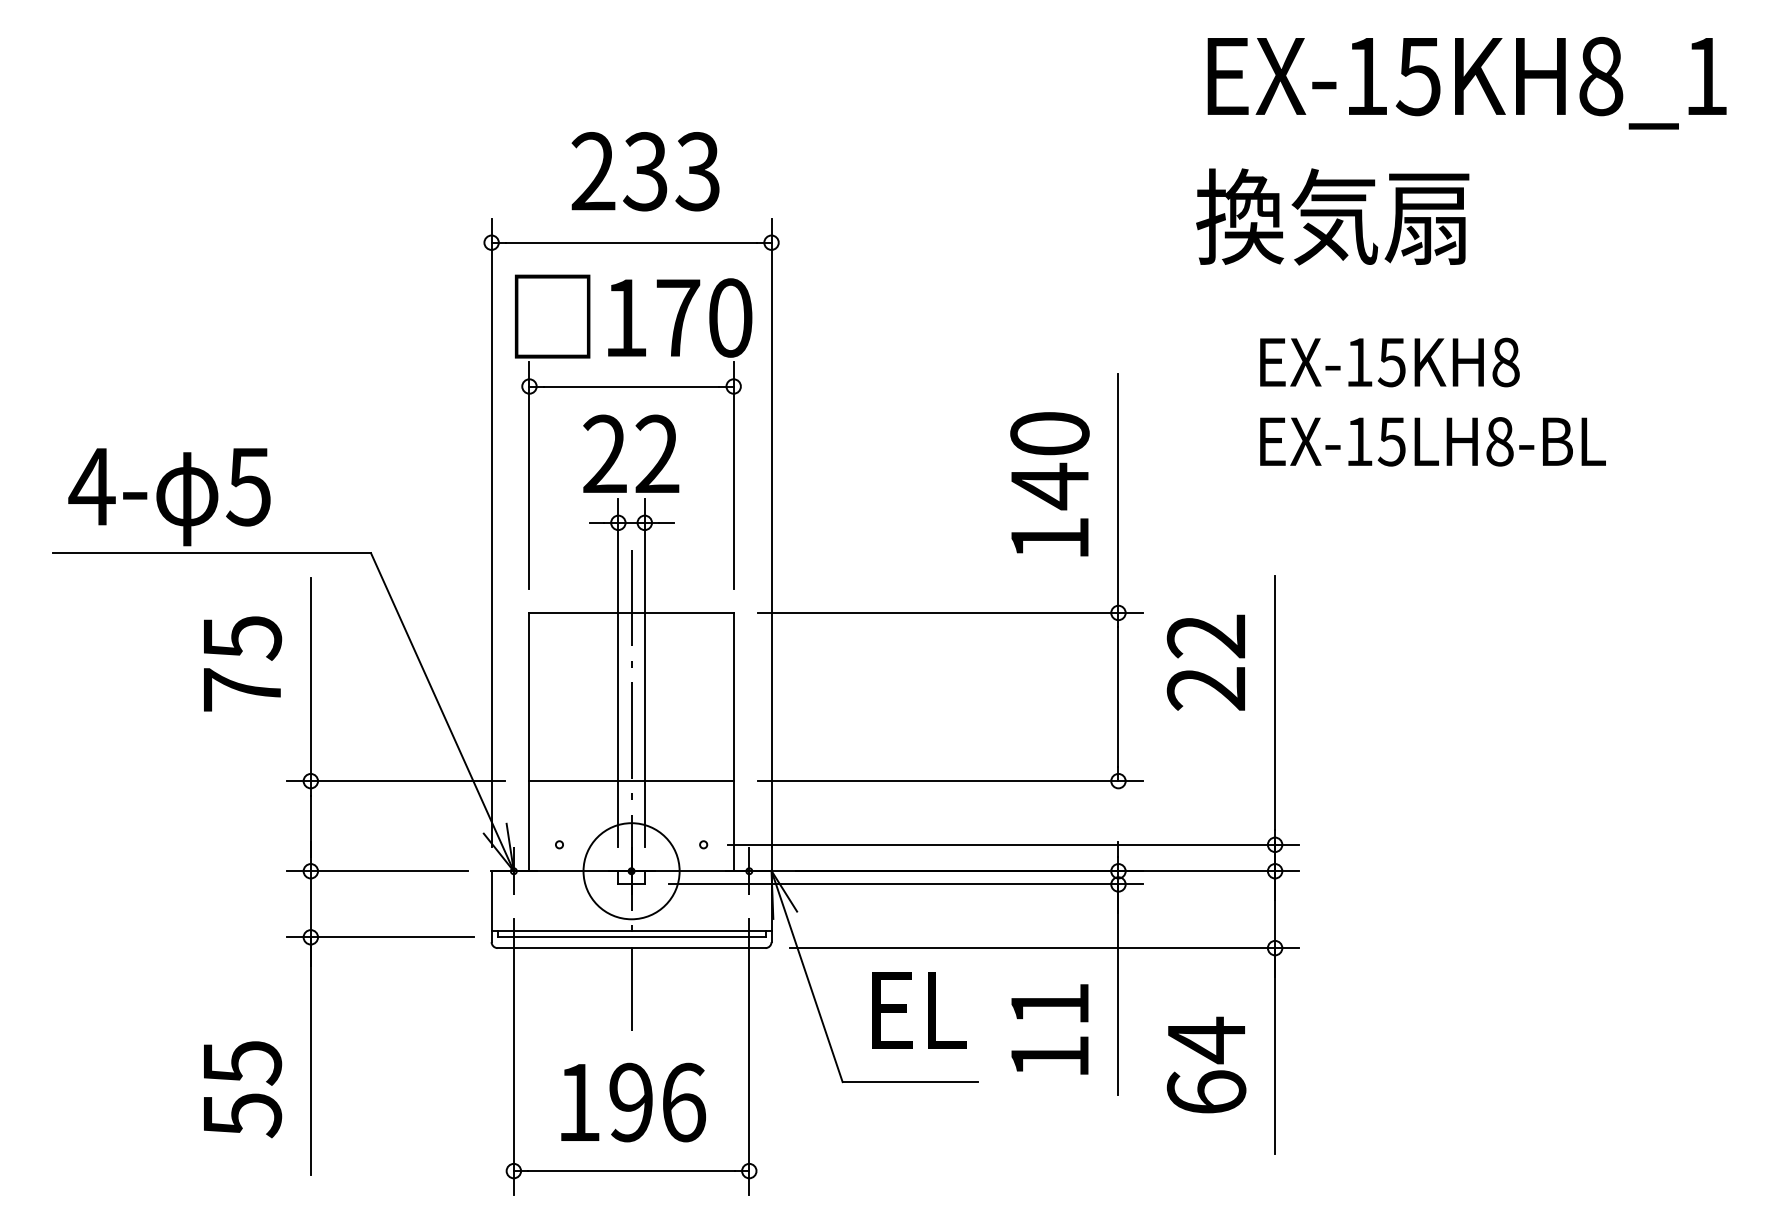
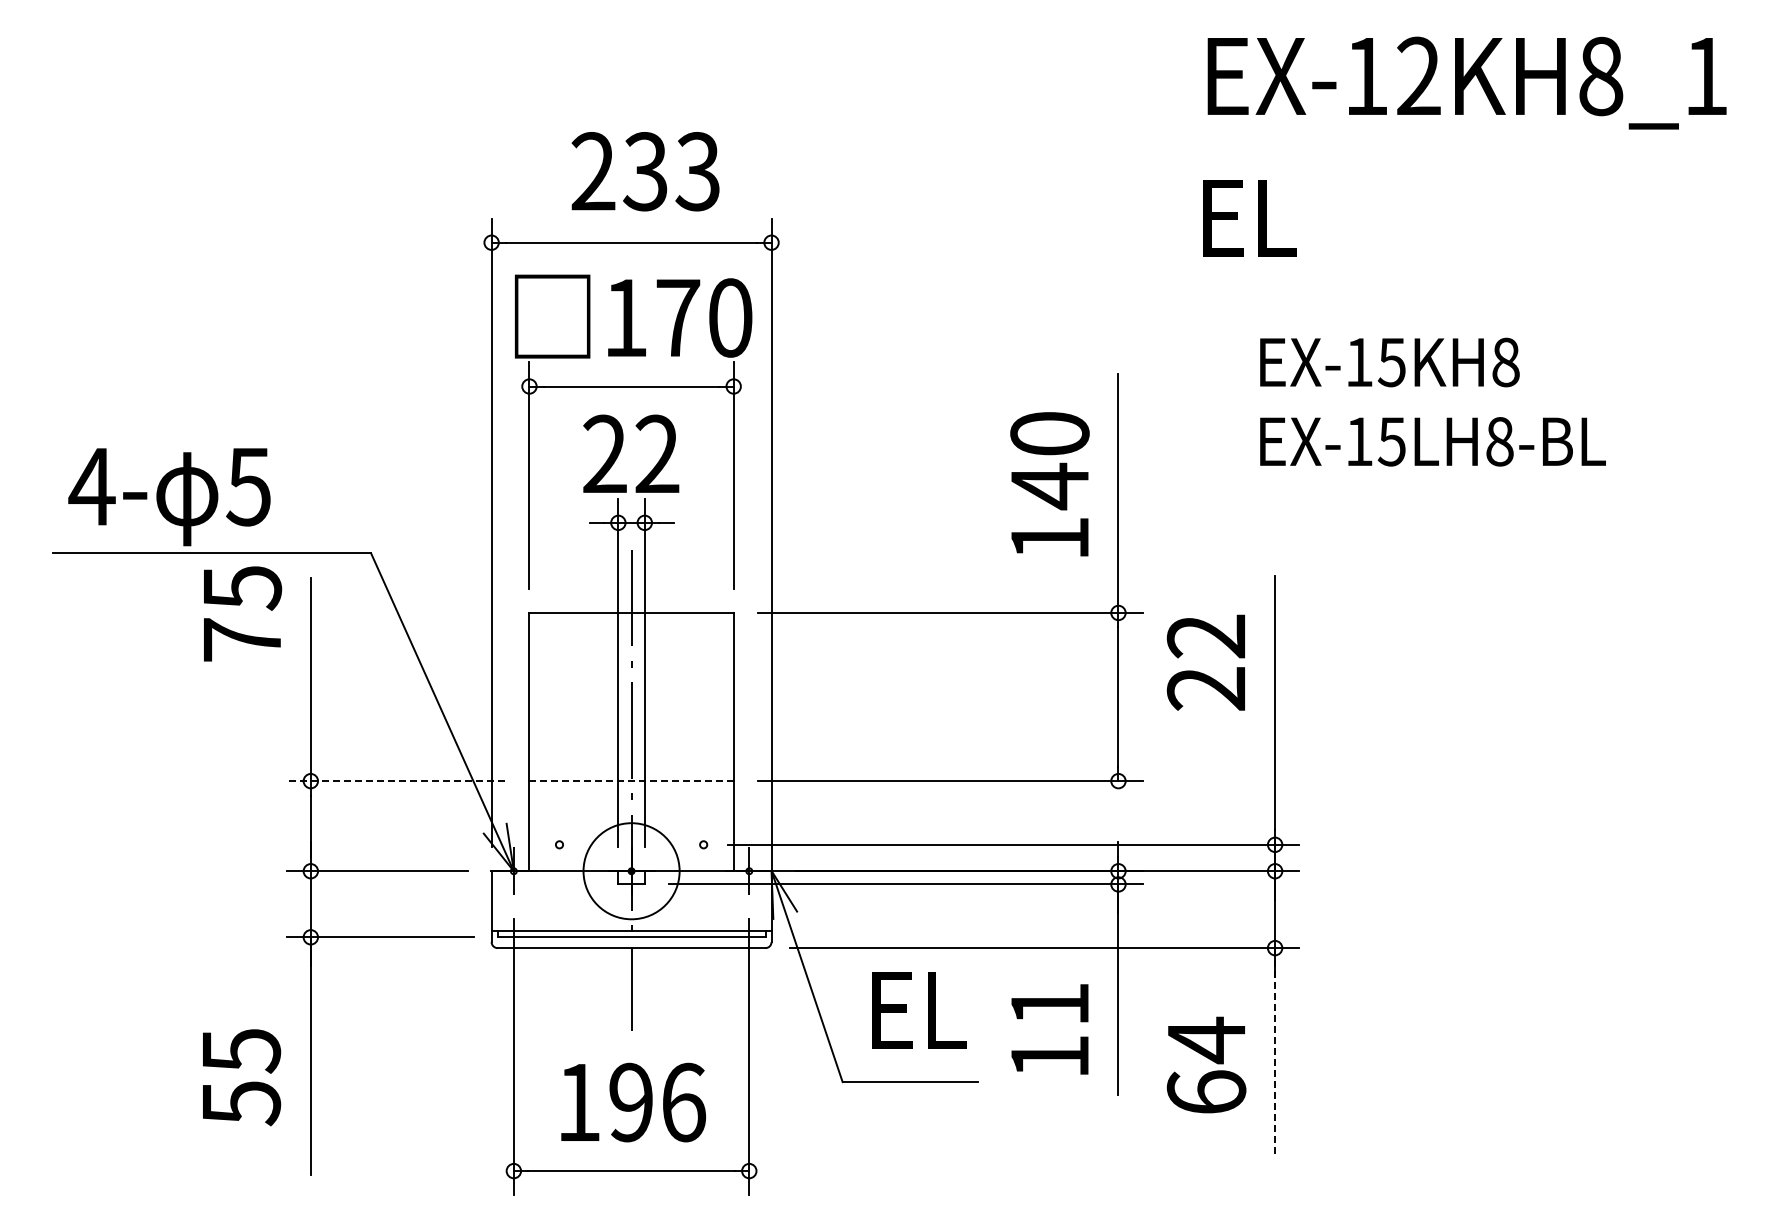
text at (1417, 76): EX-15KH8_1 -> EX-12KH8_1
text at (1332, 216): 換気扇 -> EL
text at (243, 663) position: (243, 663) -> (243, 613)
line at (395, 781): solid -> dashed
line at (632, 781): solid -> dashed
line at (1275, 1051): solid -> dashed
text at (243, 1089) position: (243, 1089) -> (242, 1077)
